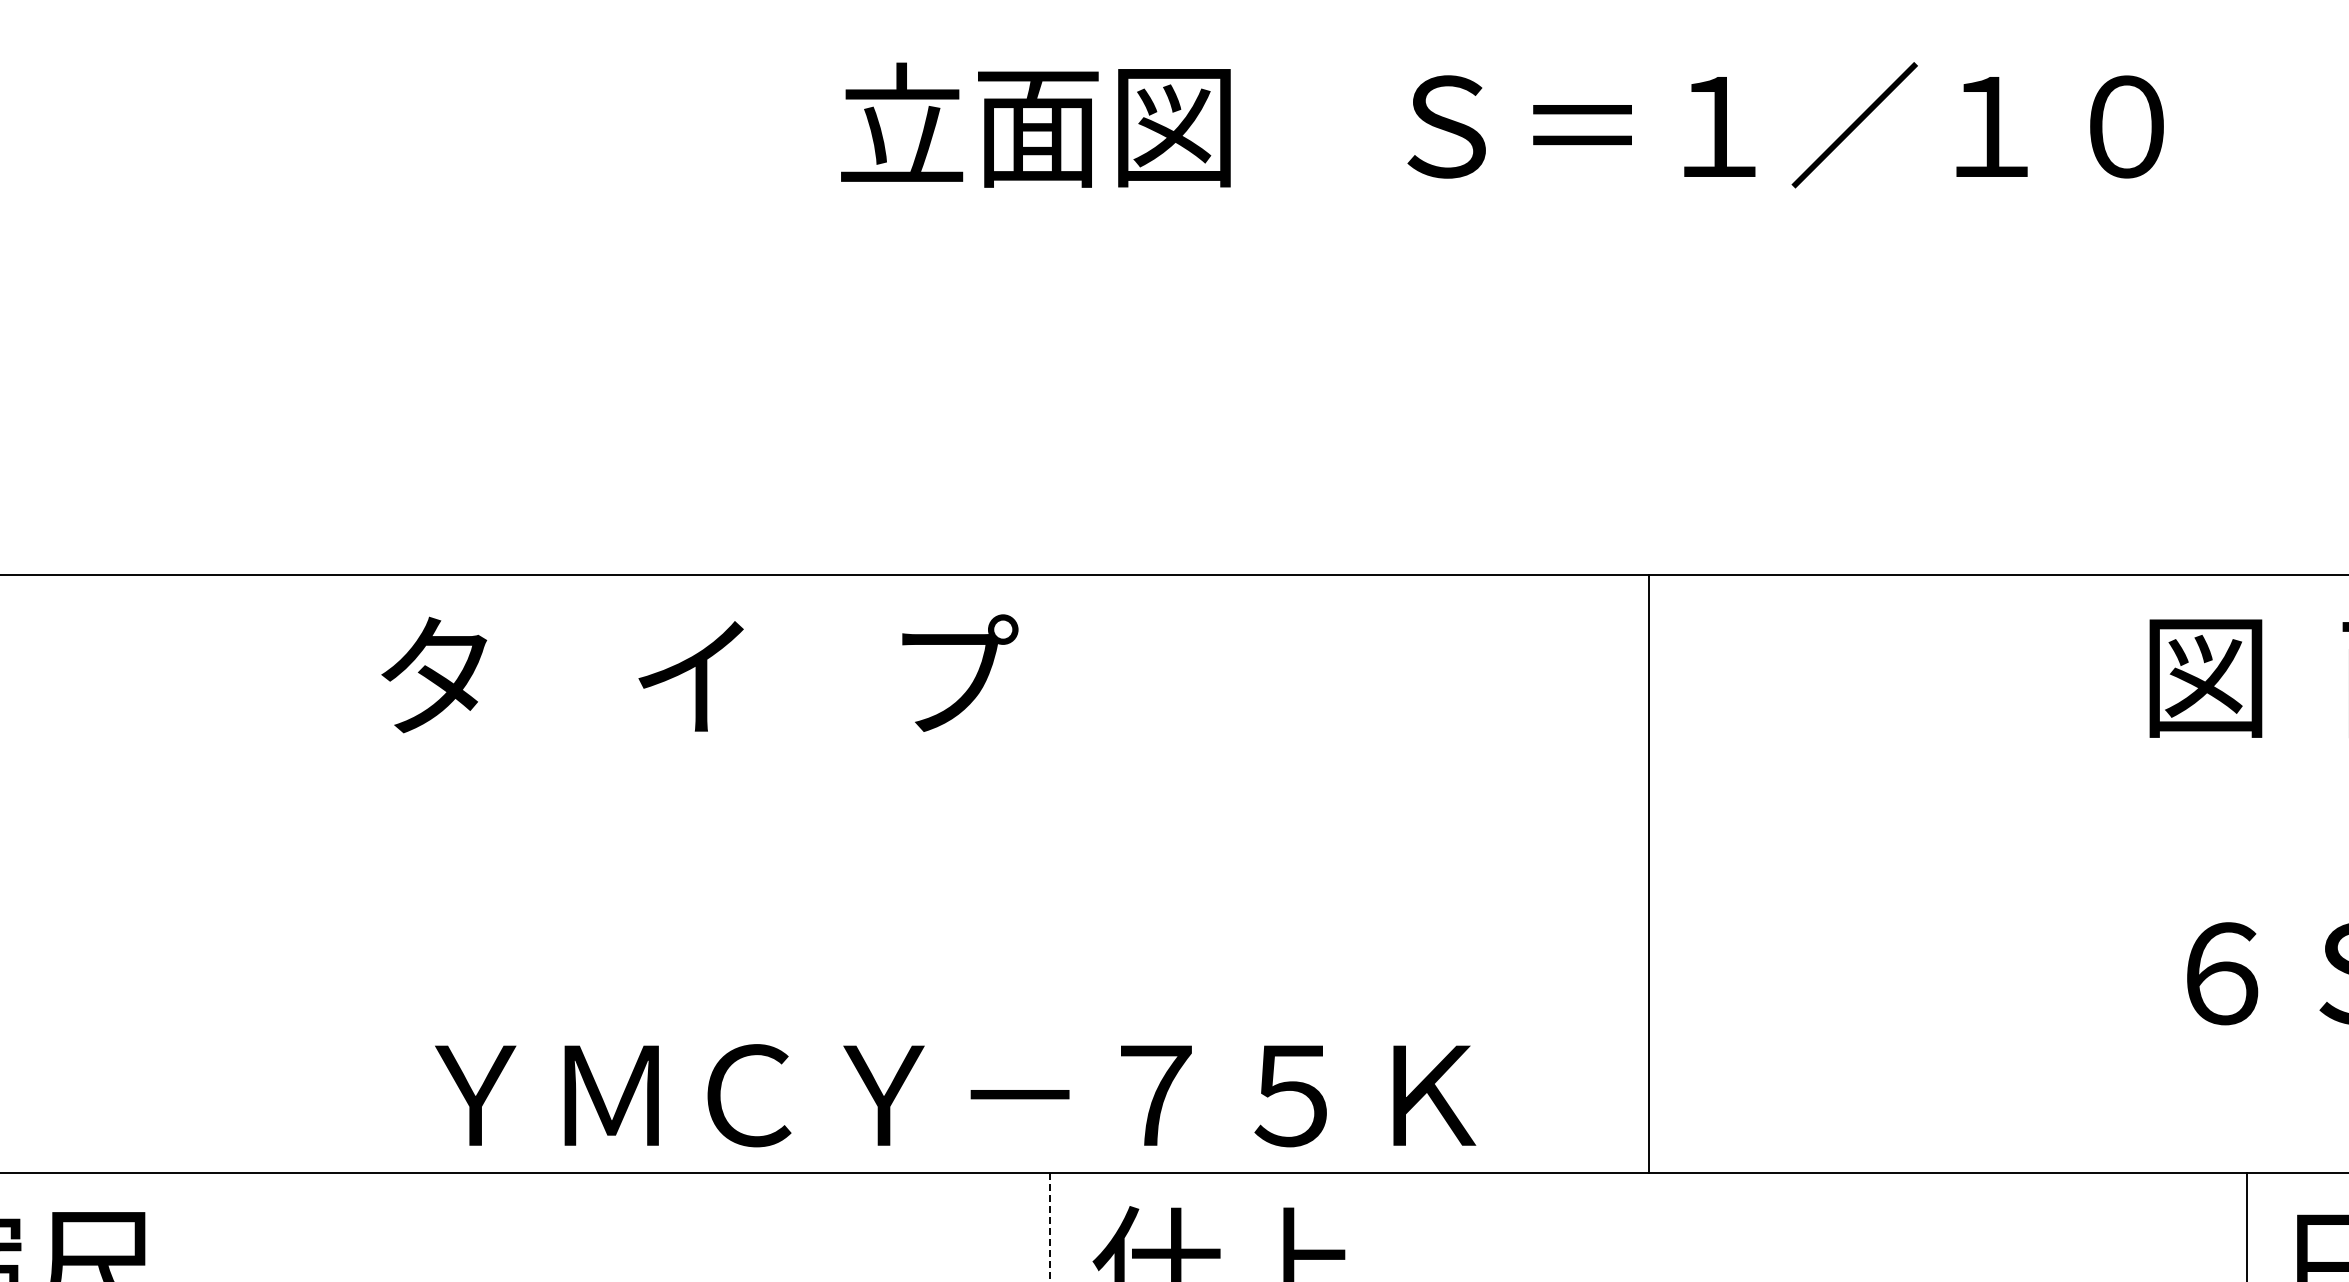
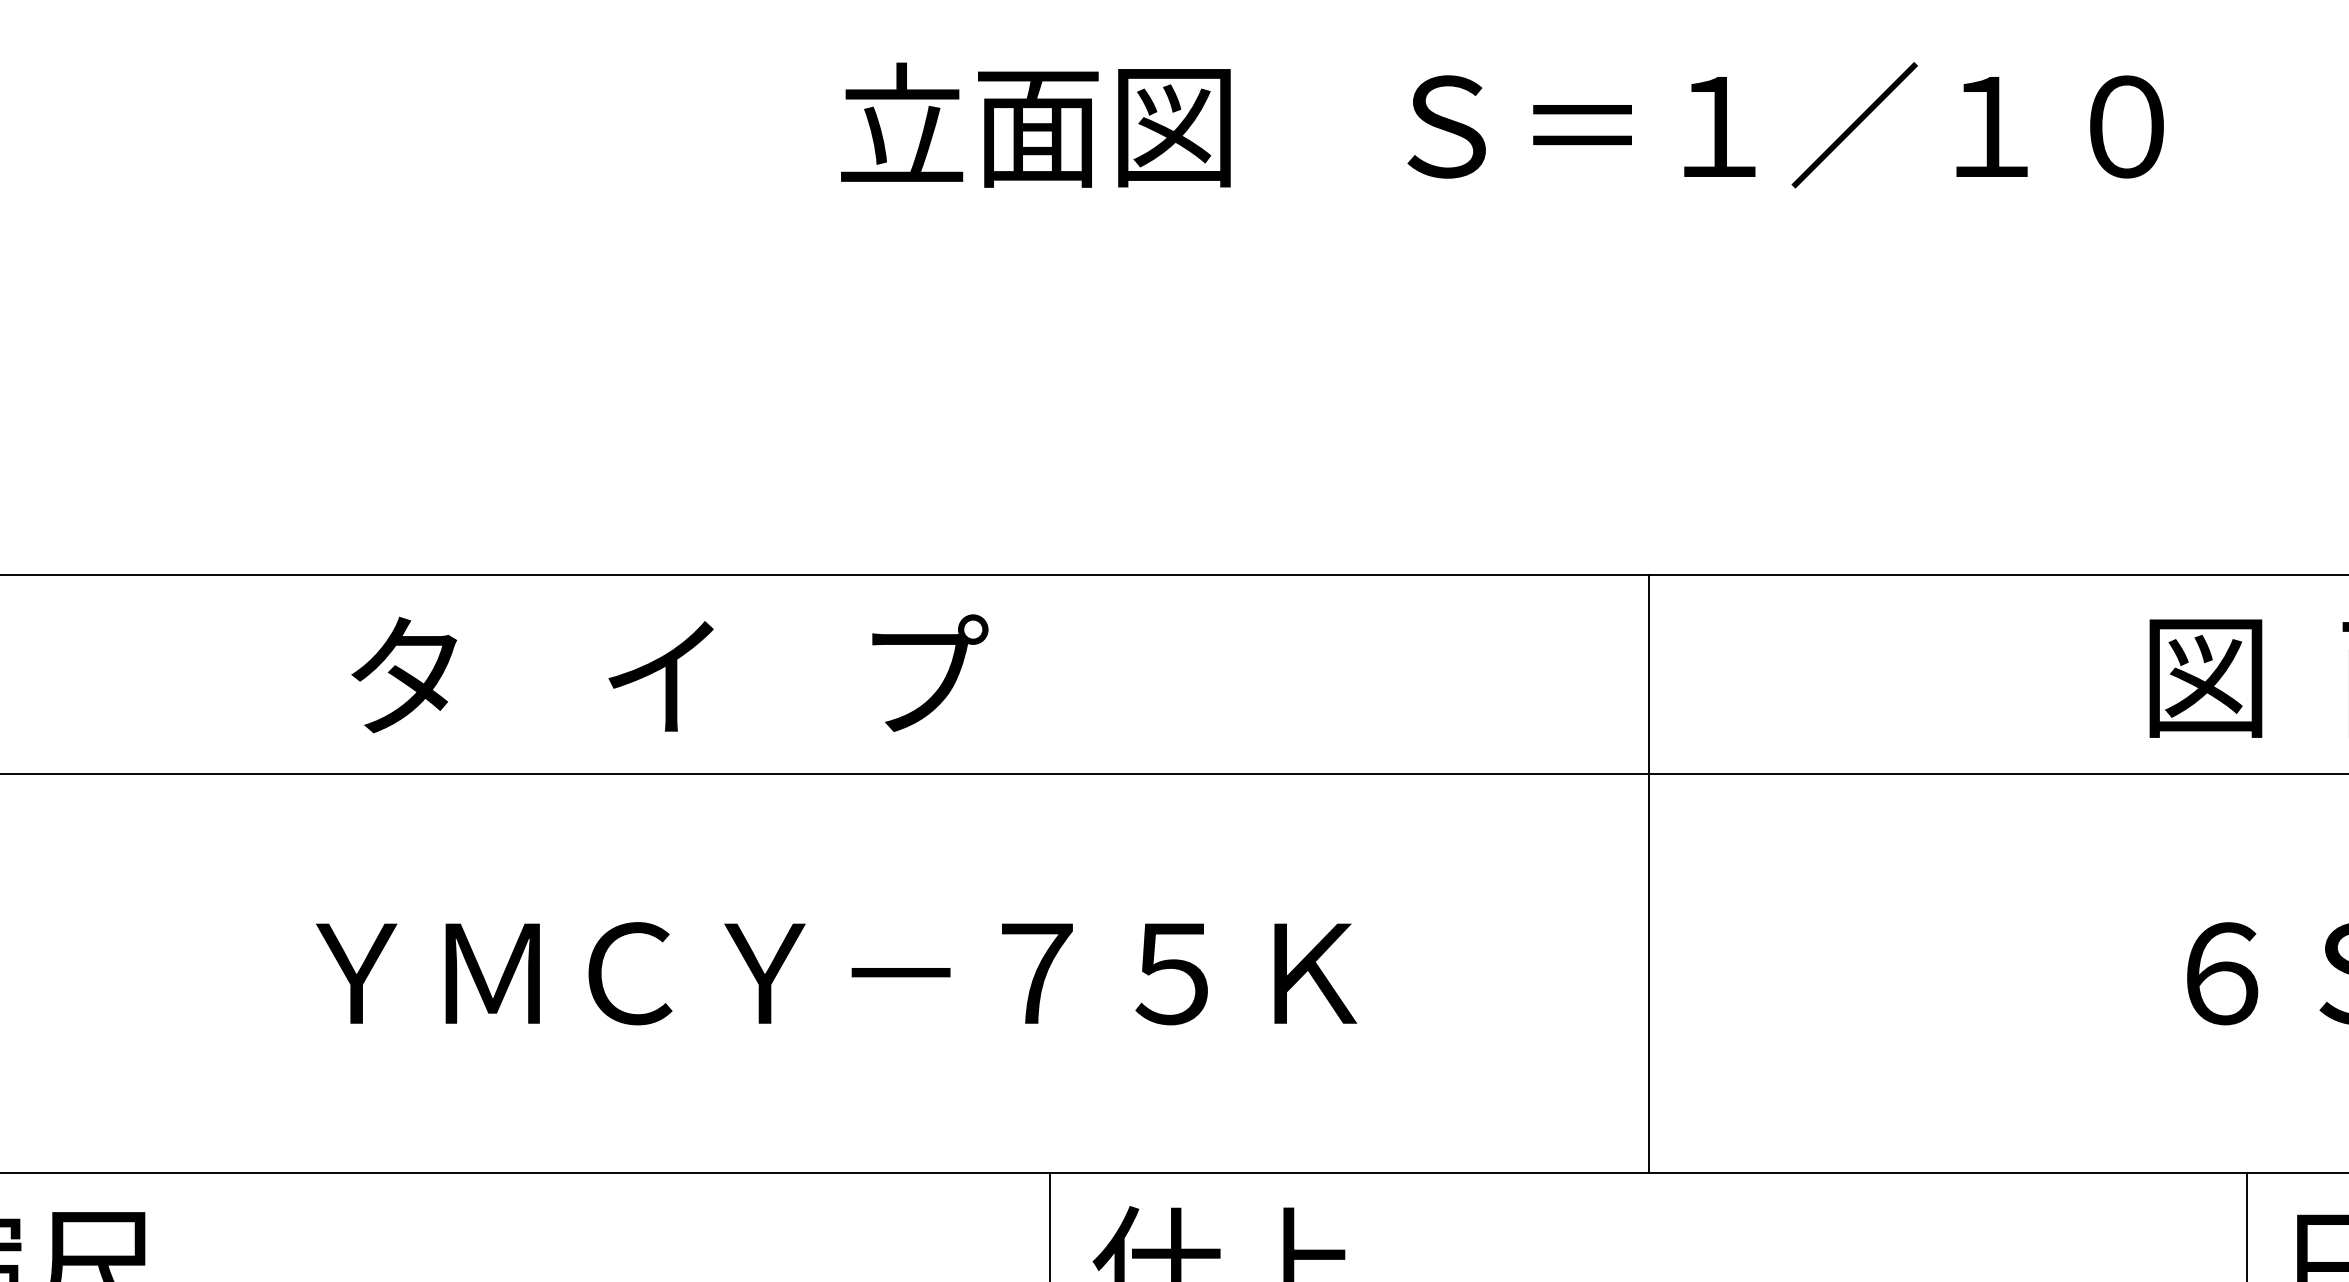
text at (699, 673) position: (699, 673) -> (669, 673)
line at (1173, 774): none -> present
text at (955, 1095) position: (955, 1095) -> (836, 973)
line at (1050, 1227): dashed -> solid
